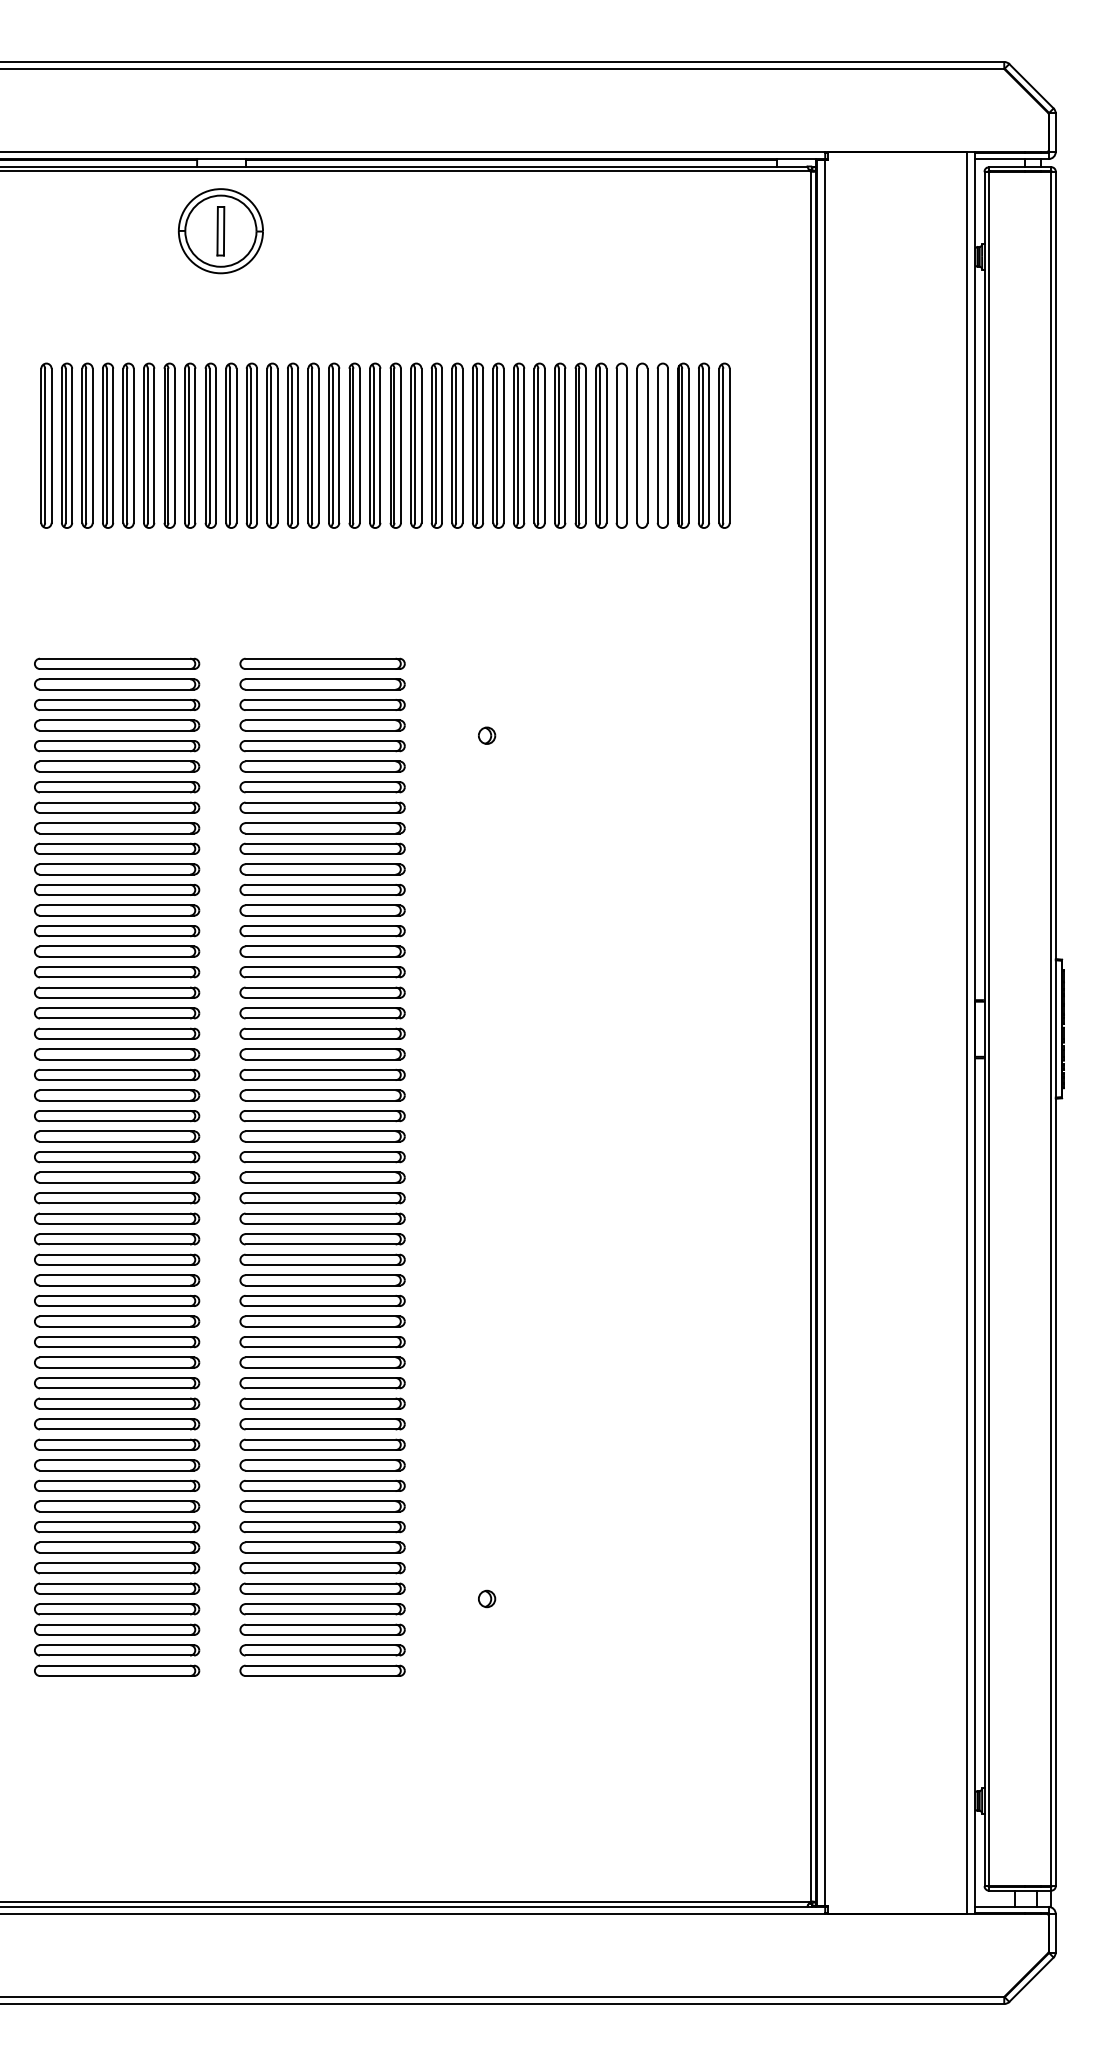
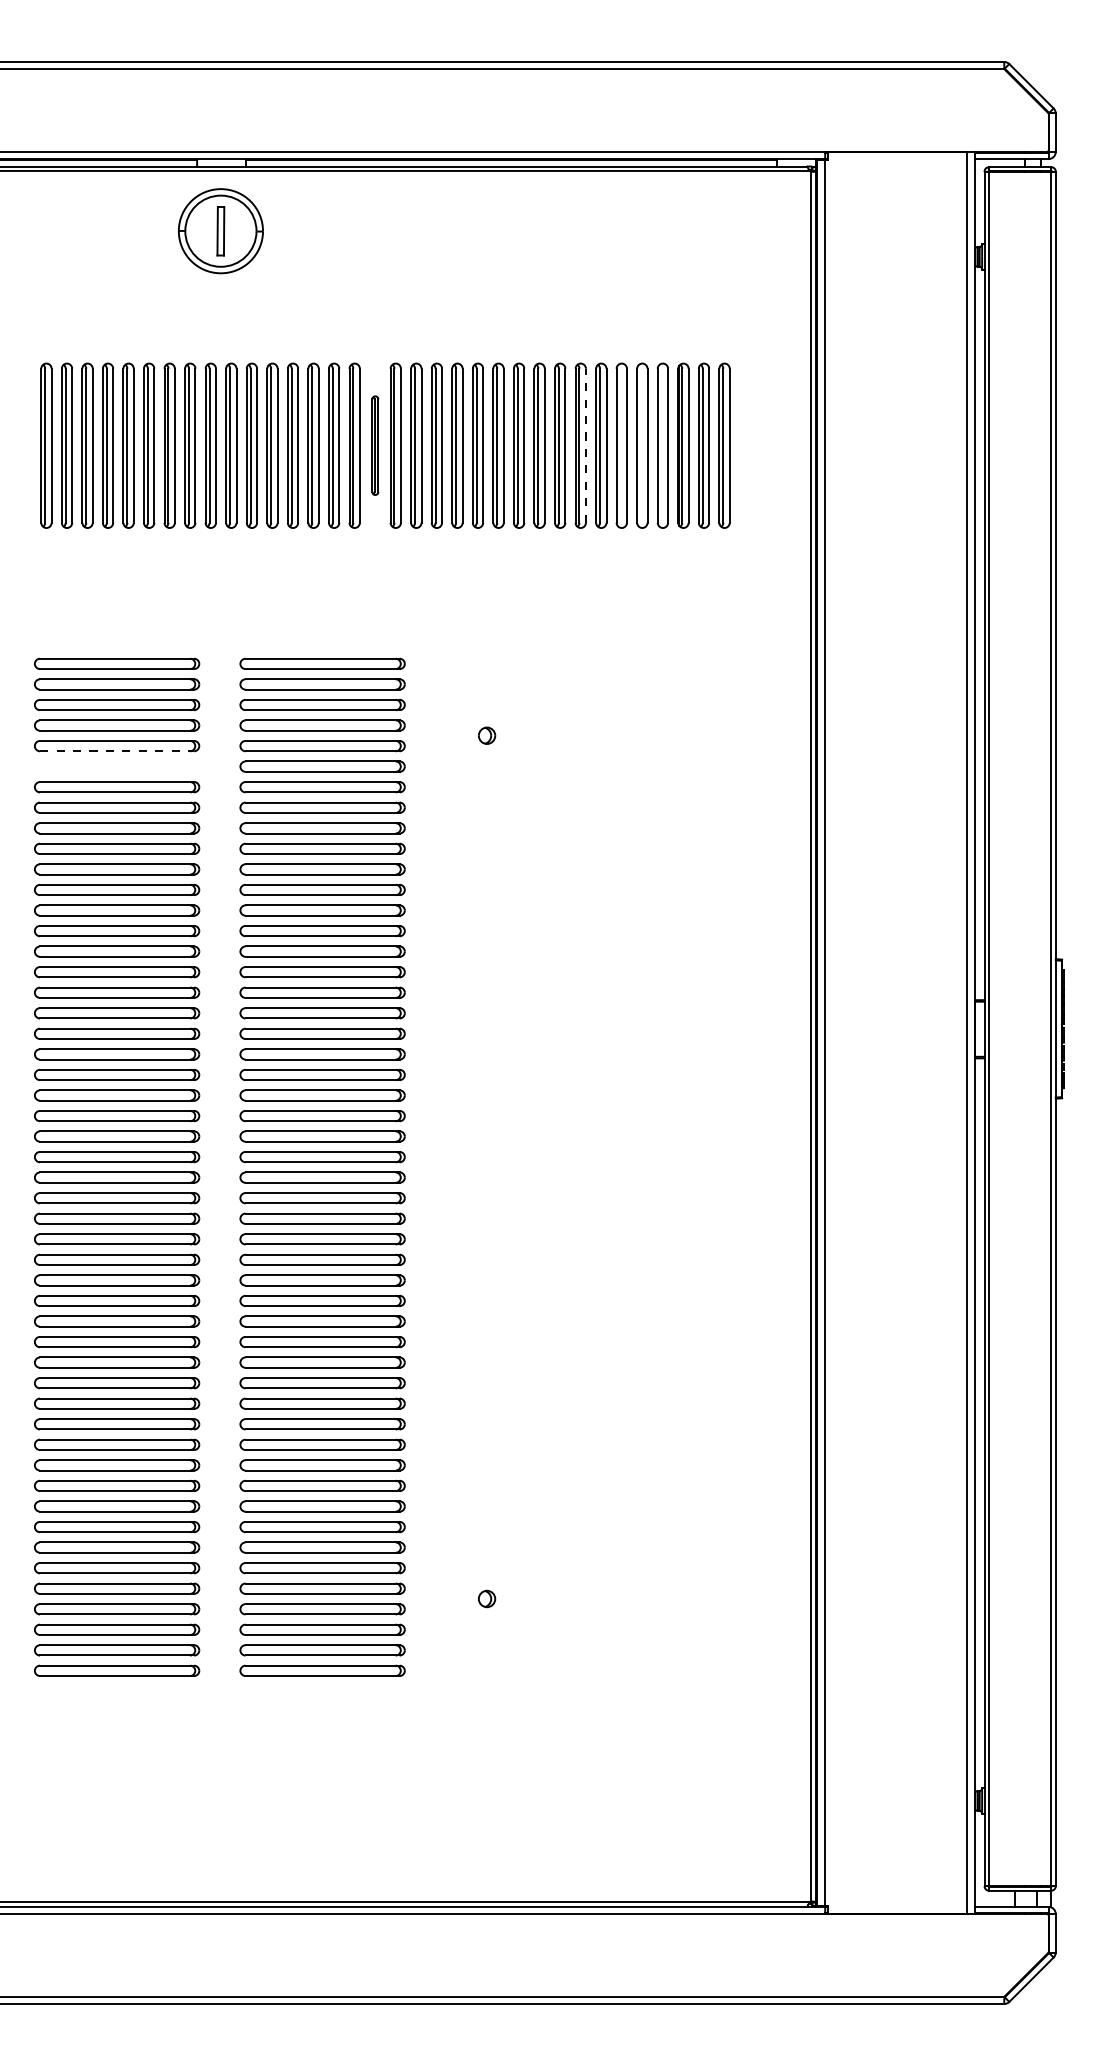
part at (375, 445) size: 13x167 px -> 9x101 px
line at (585, 445): solid -> dashed
line at (117, 751): solid -> dashed
part at (117, 766): present -> none
